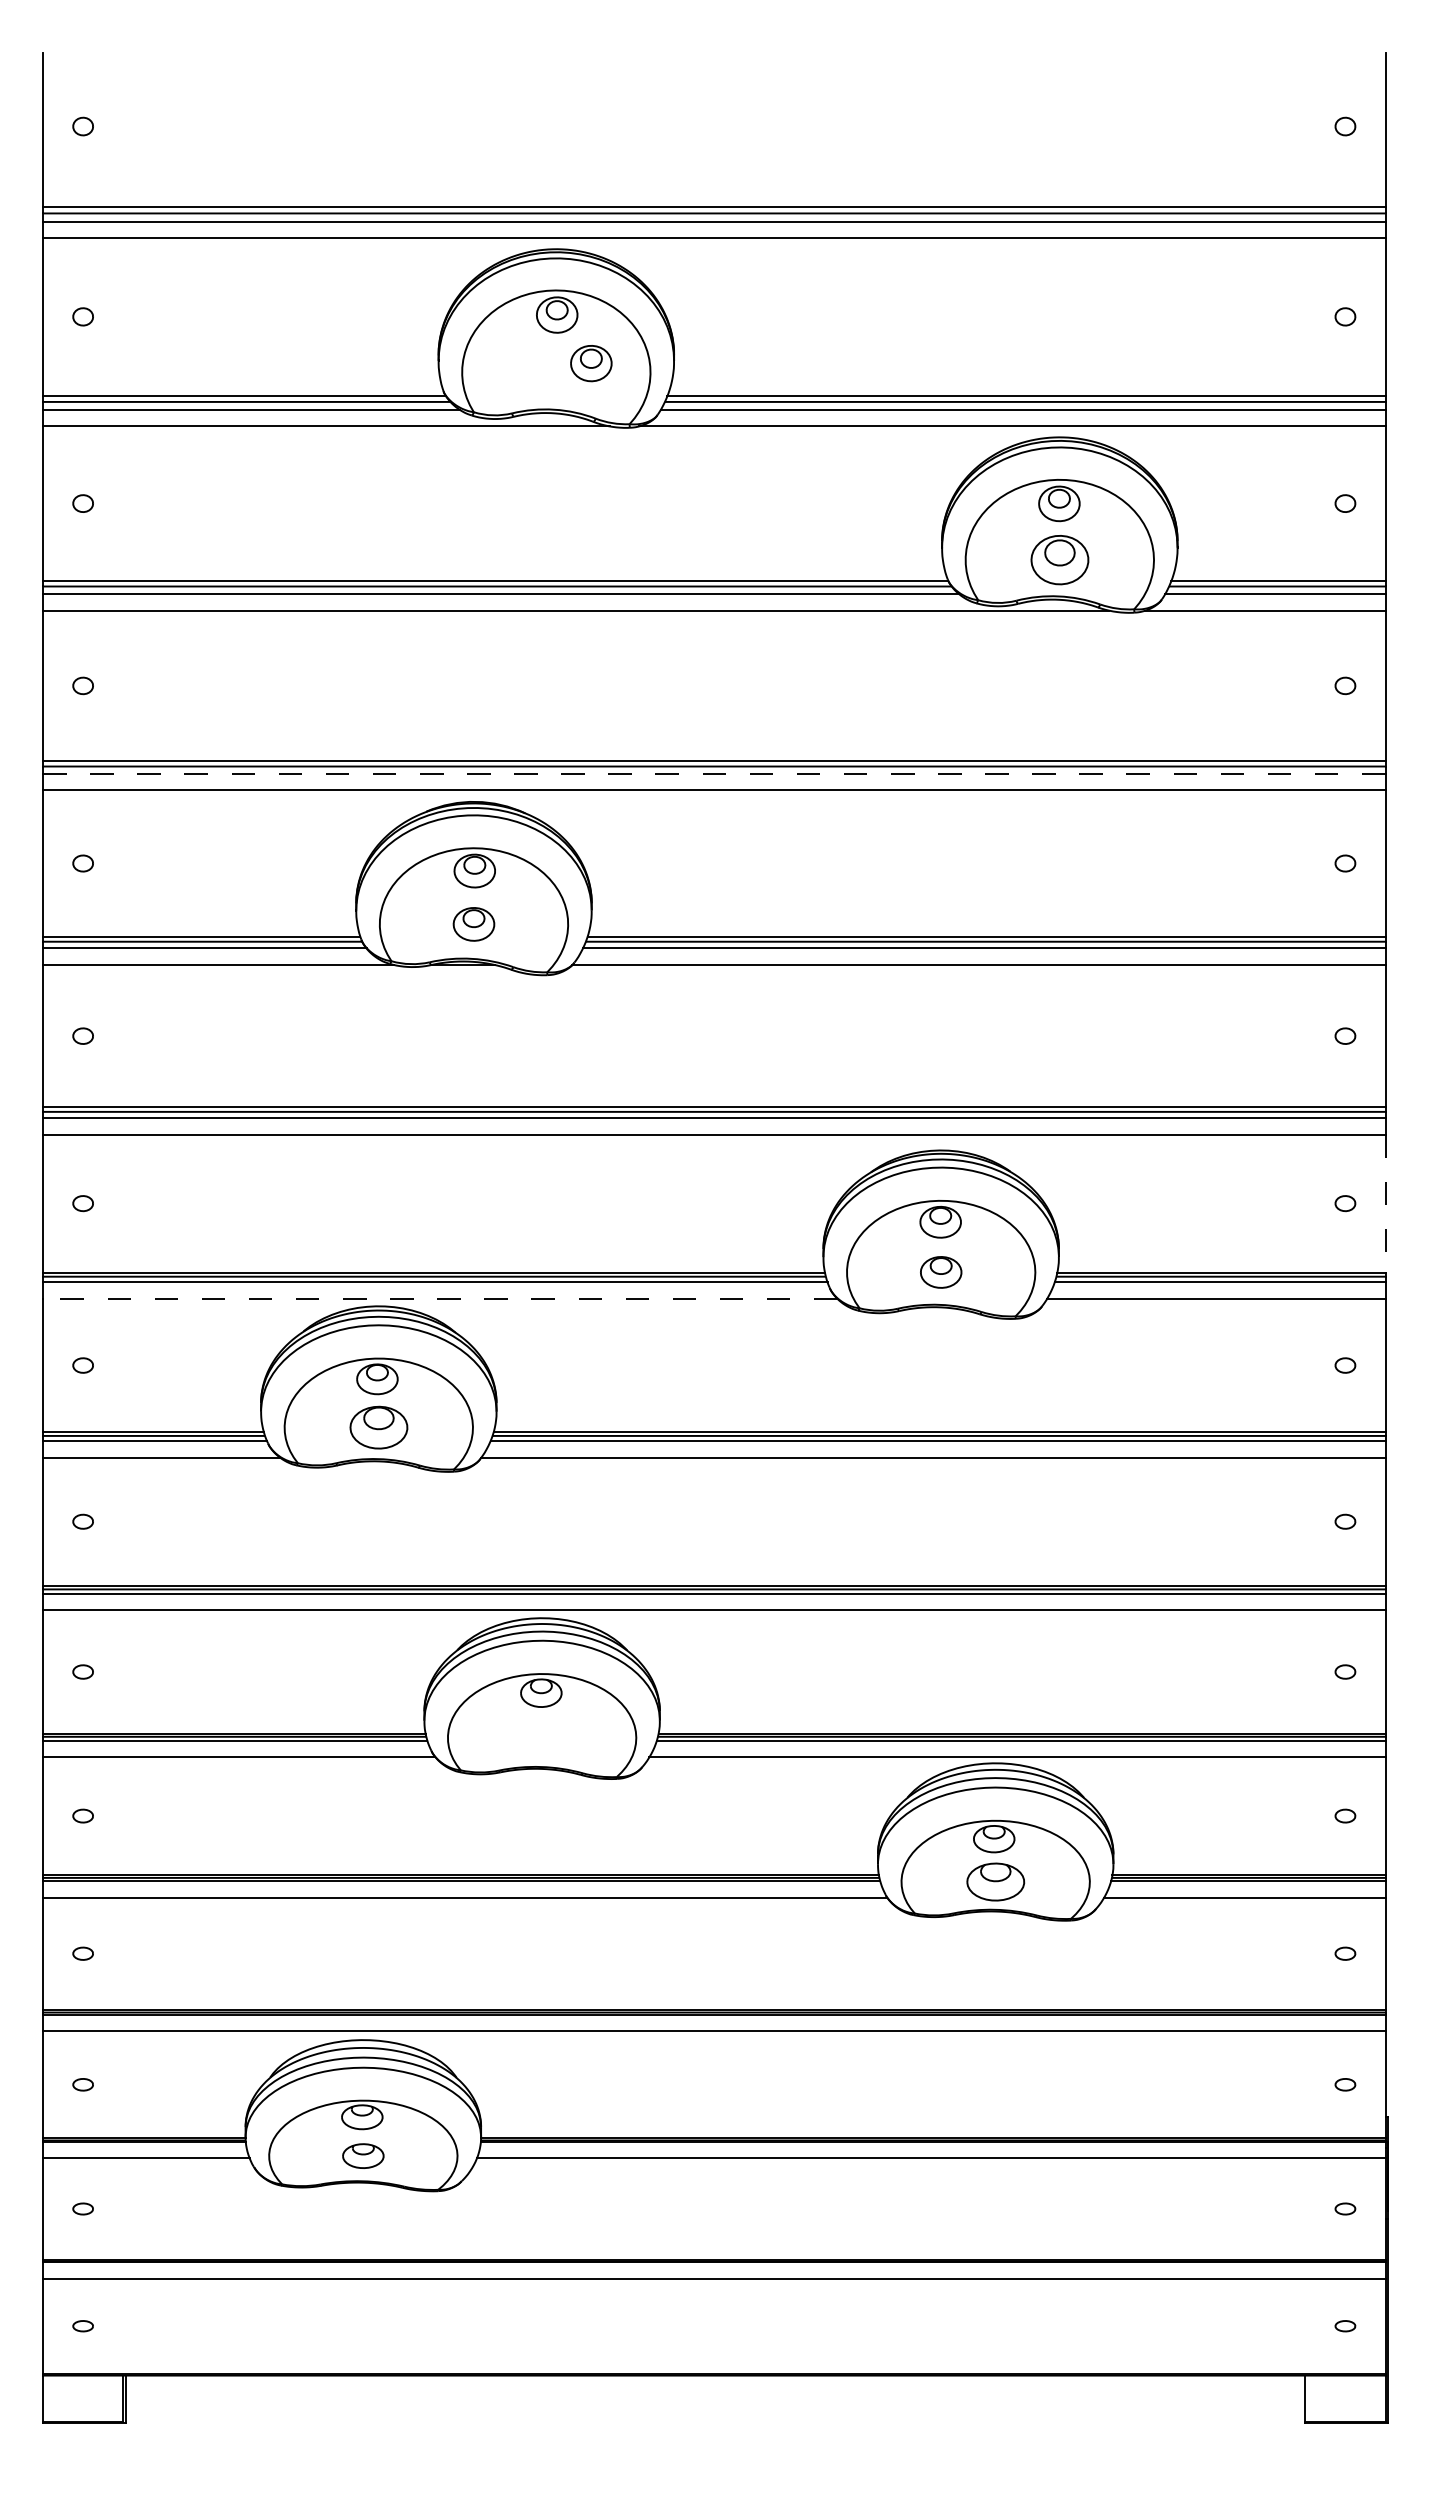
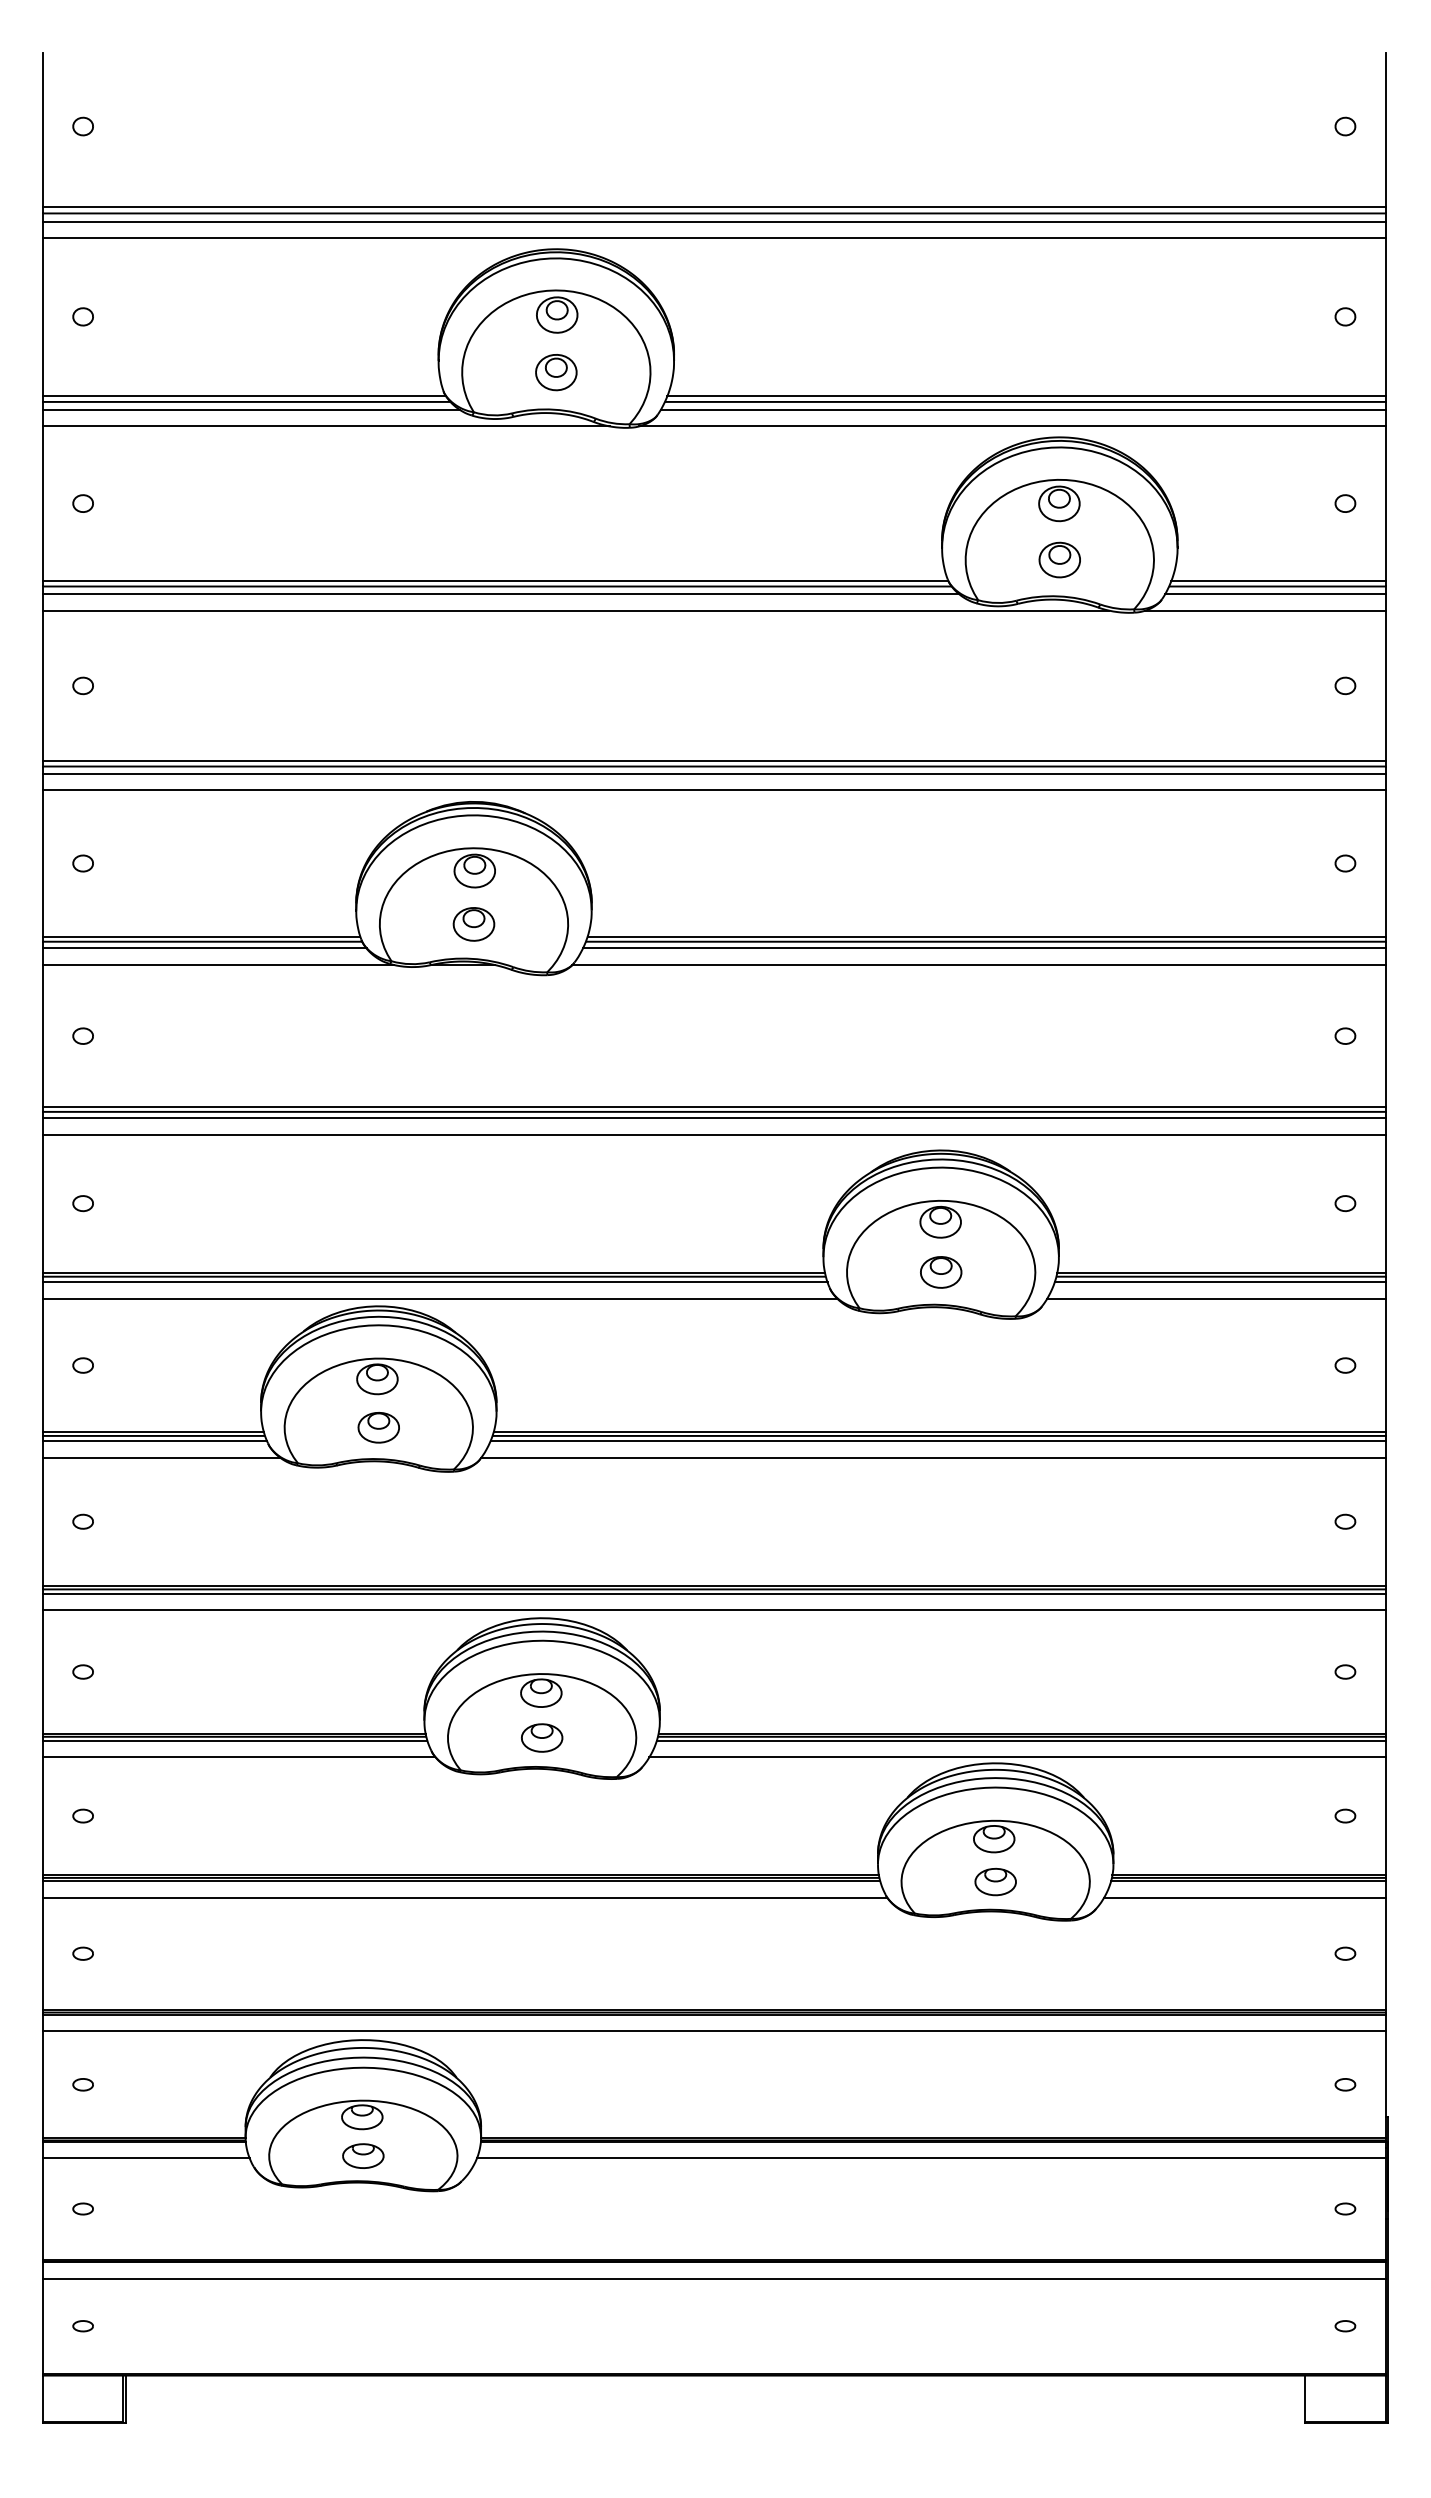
part at (591, 363) position: (591, 363) -> (556, 372)
part at (1059, 560) size: 60x51 px -> 43x38 px
line at (714, 773): dashed -> solid
line at (1385, 1203): dashed -> solid
line at (439, 1298): dashed -> solid
part at (378, 1427) size: 60x45 px -> 43x32 px
part at (542, 1737): none -> present
part at (995, 1881) size: 60x40 px -> 43x30 px
